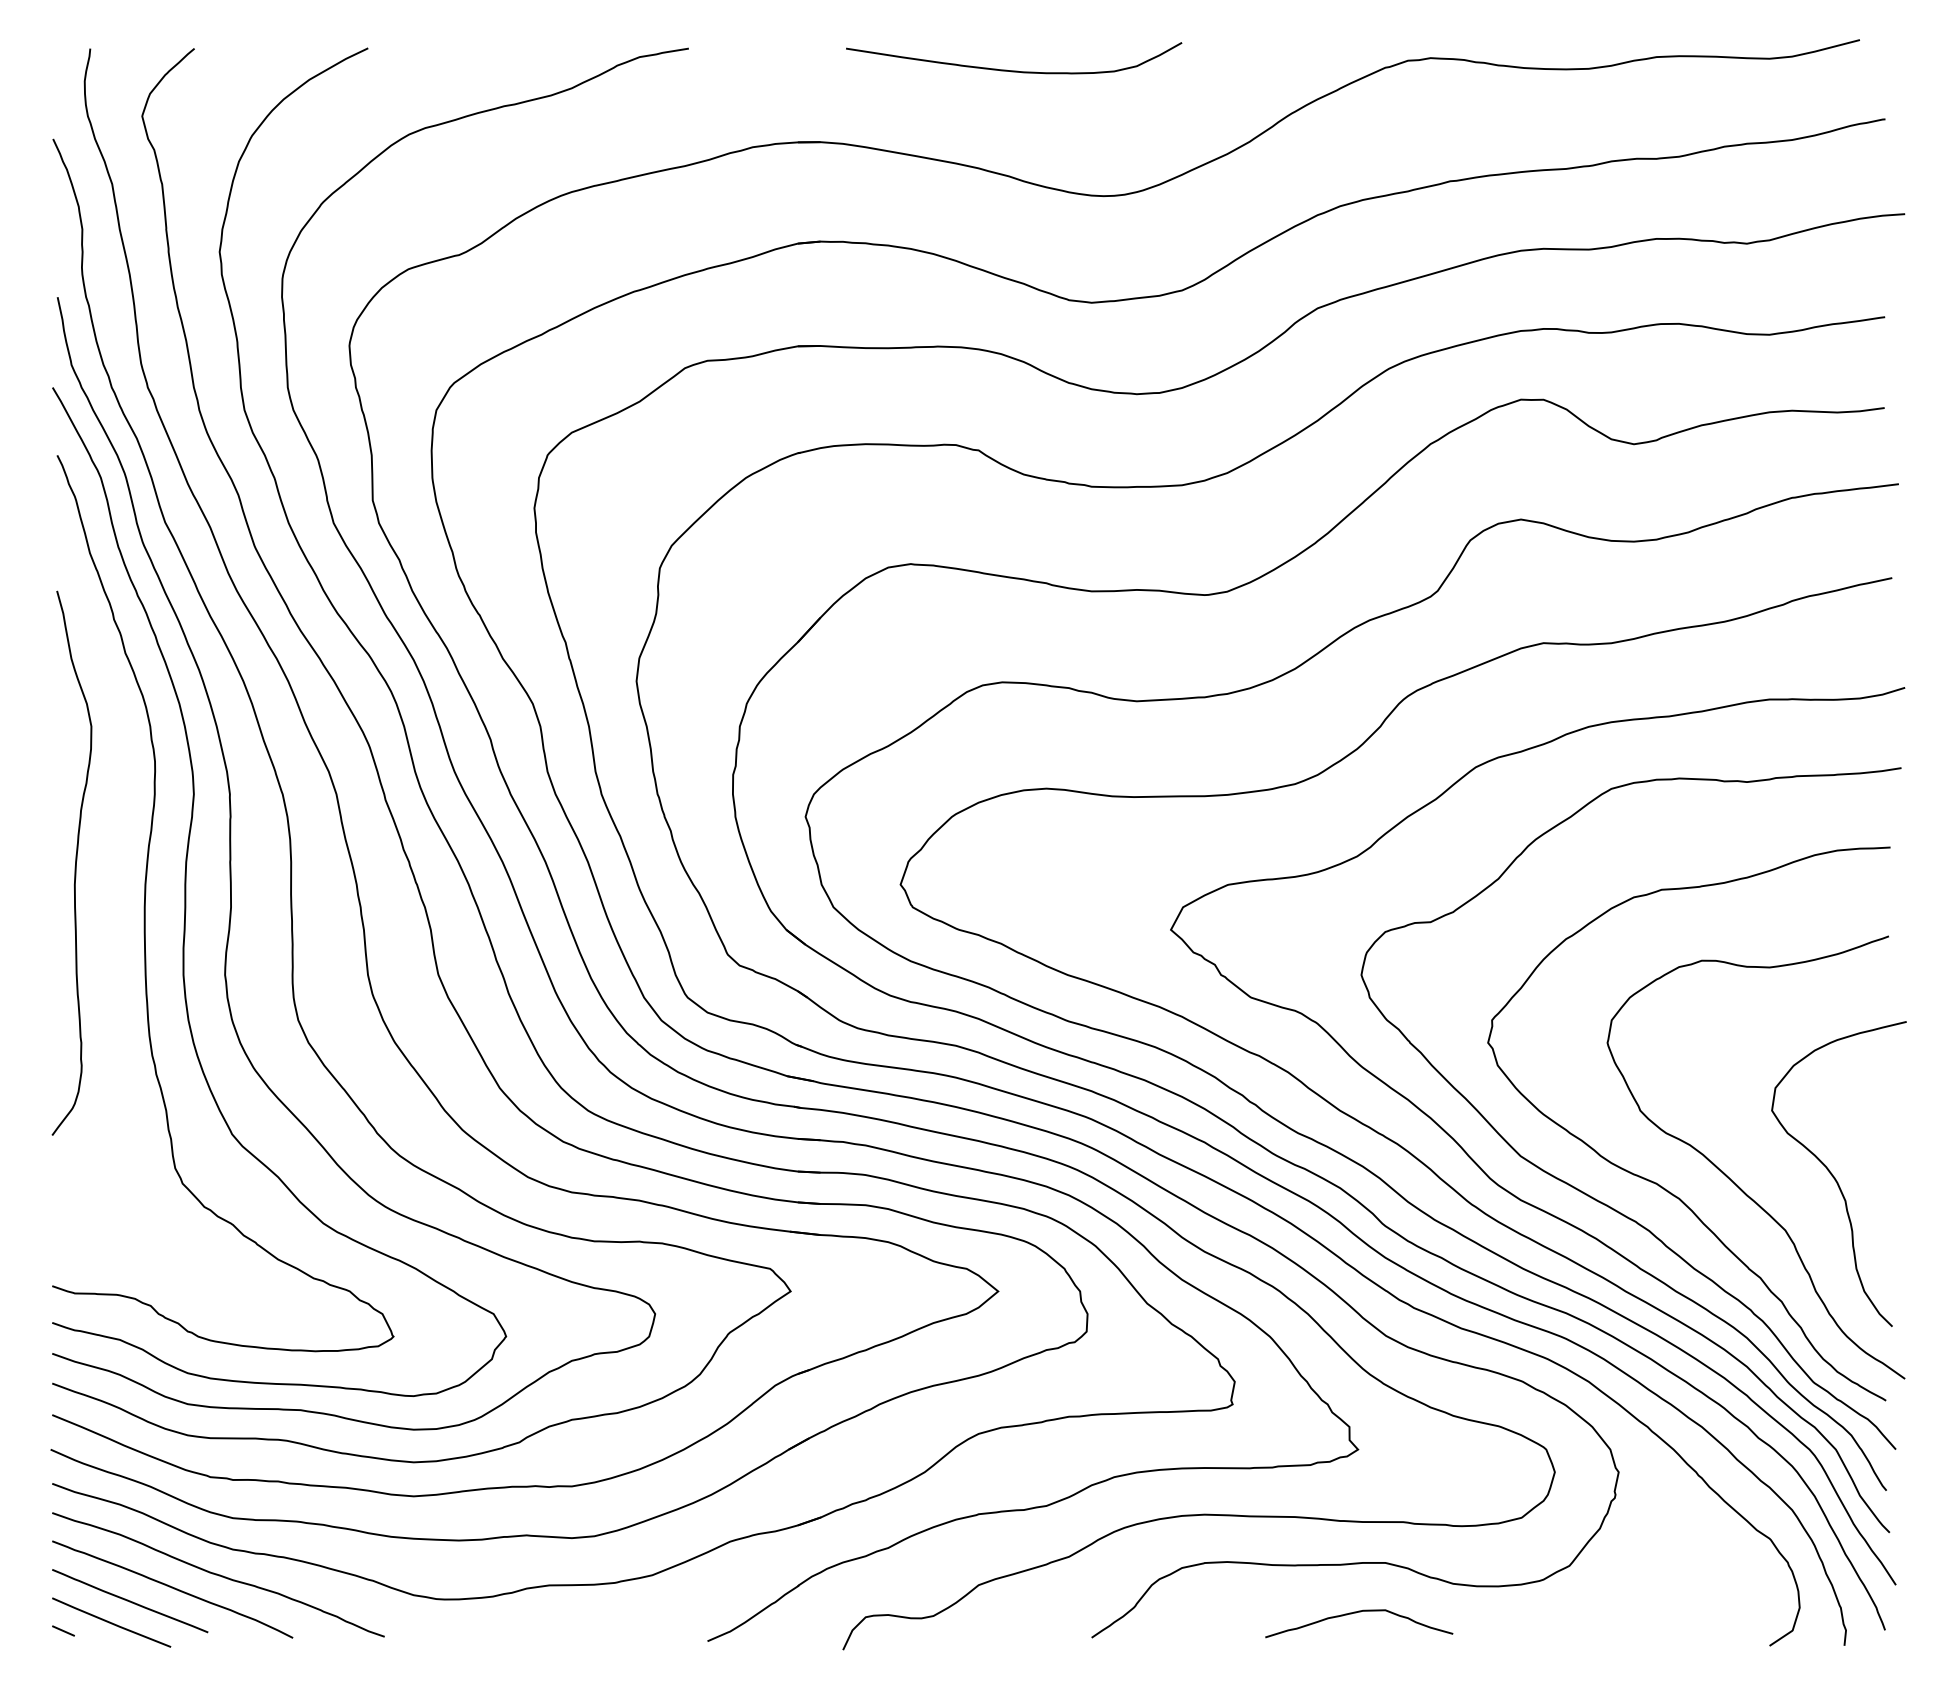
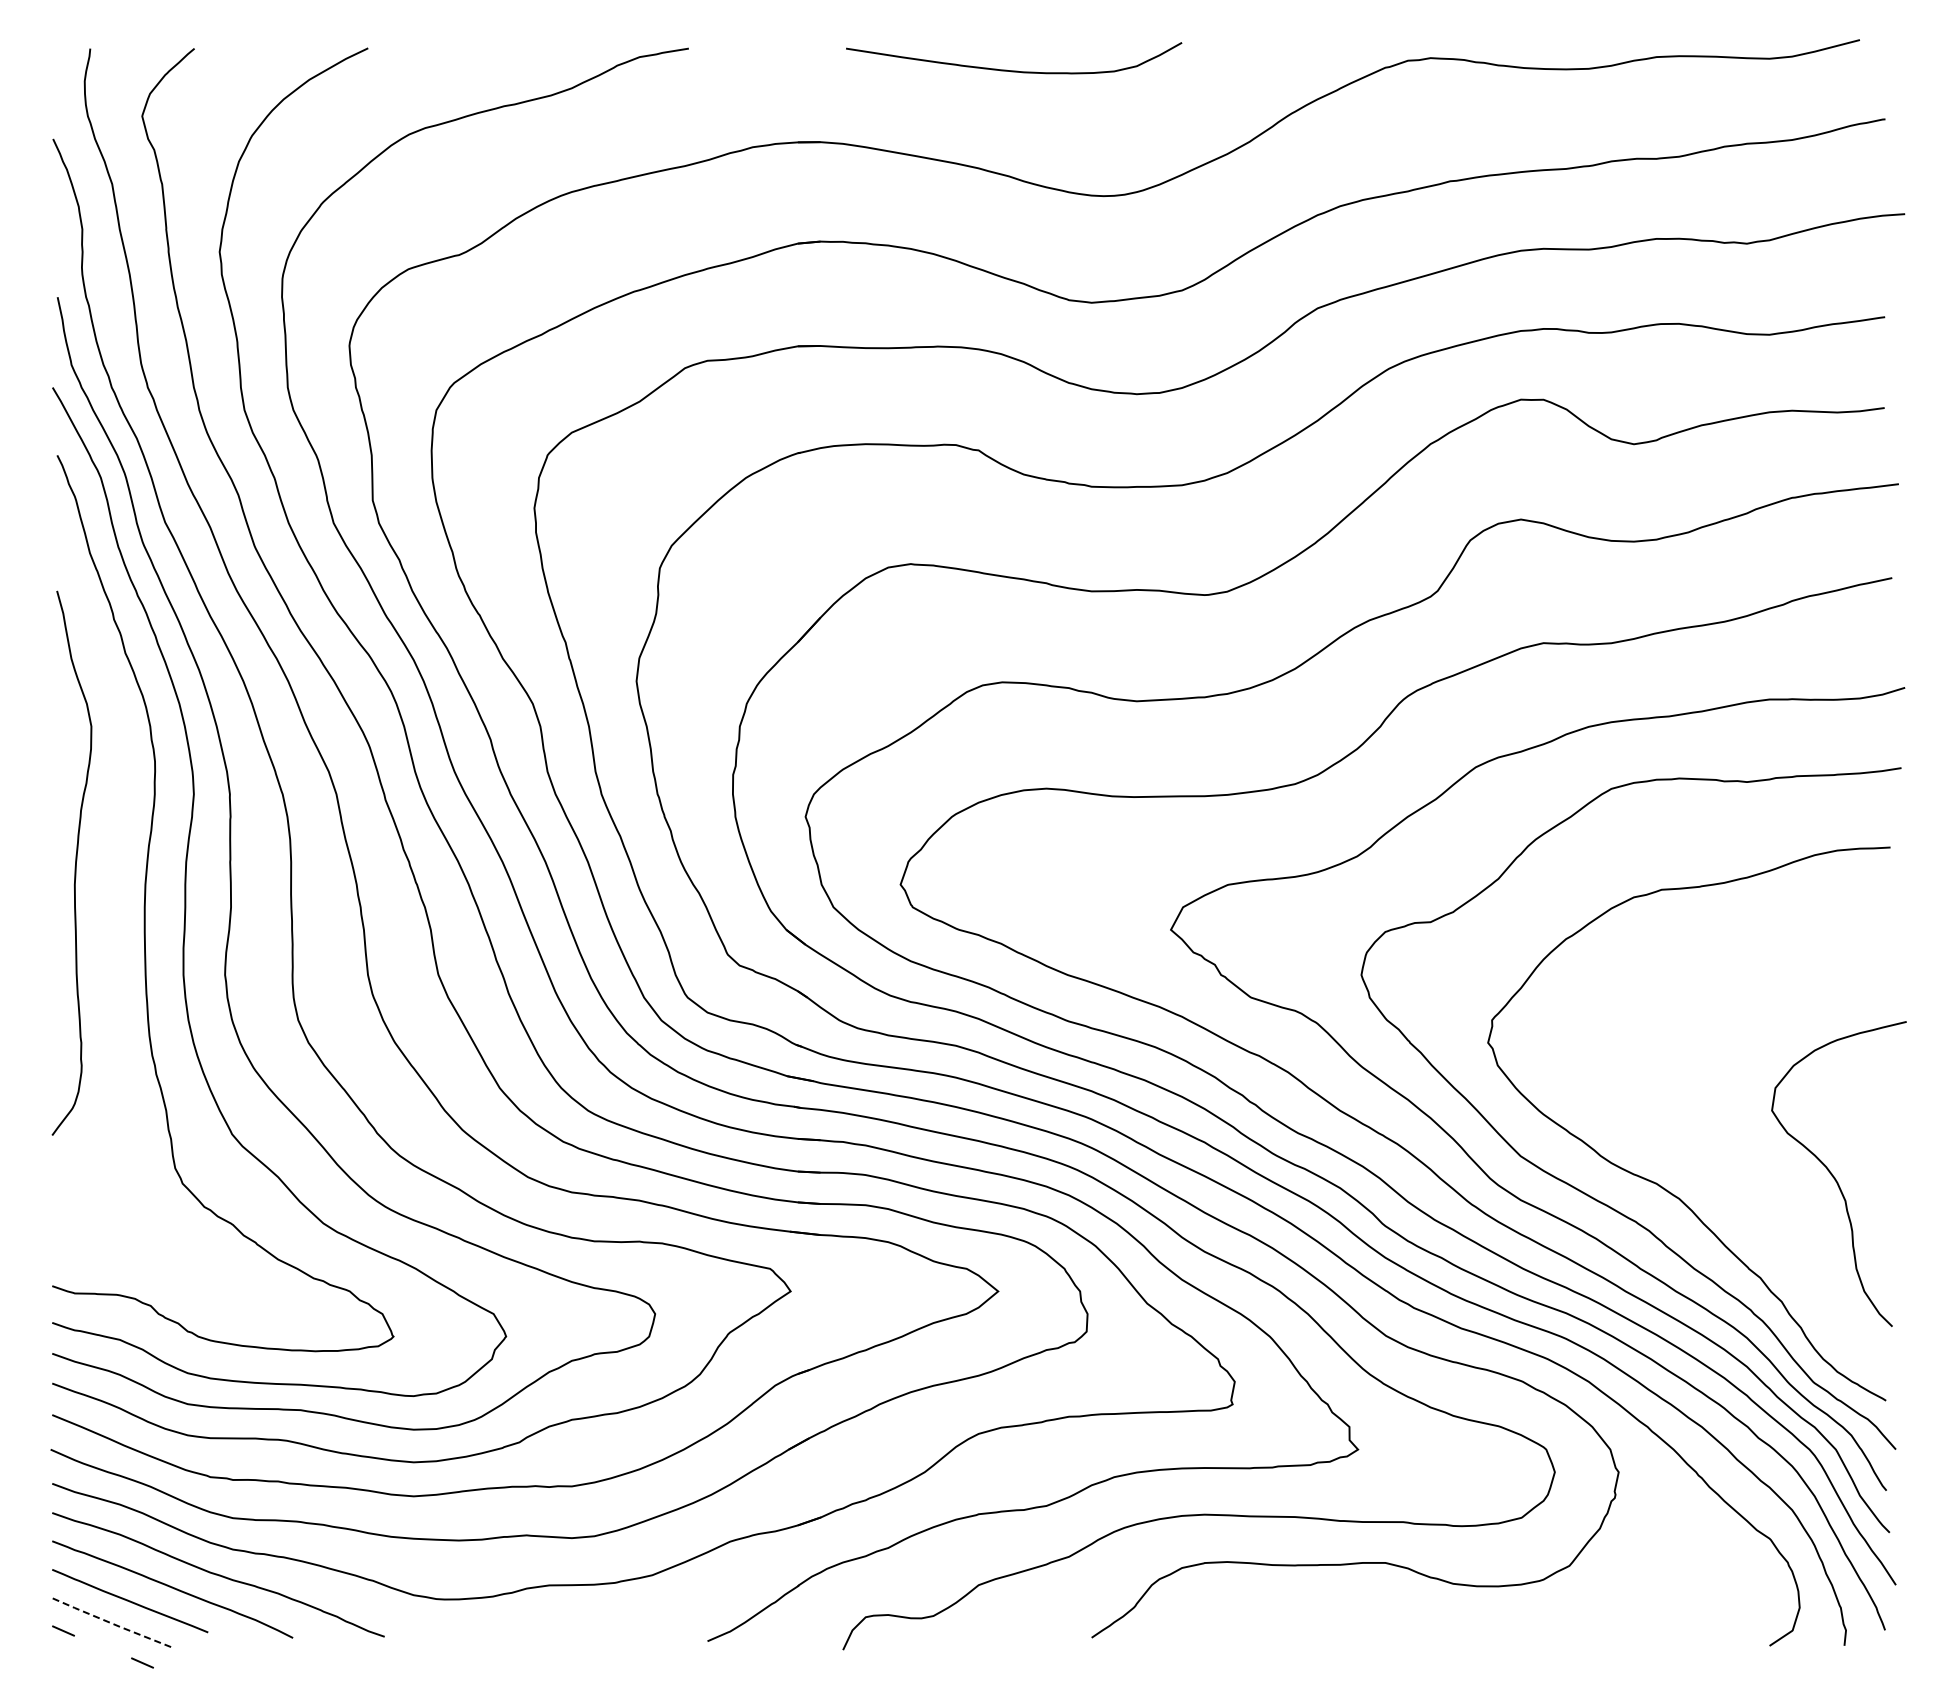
curve at (1736, 1183): present -> none
curve at (1356, 1613): present -> none
line at (110, 1623): solid -> dashed
line at (142, 1662): none -> present
